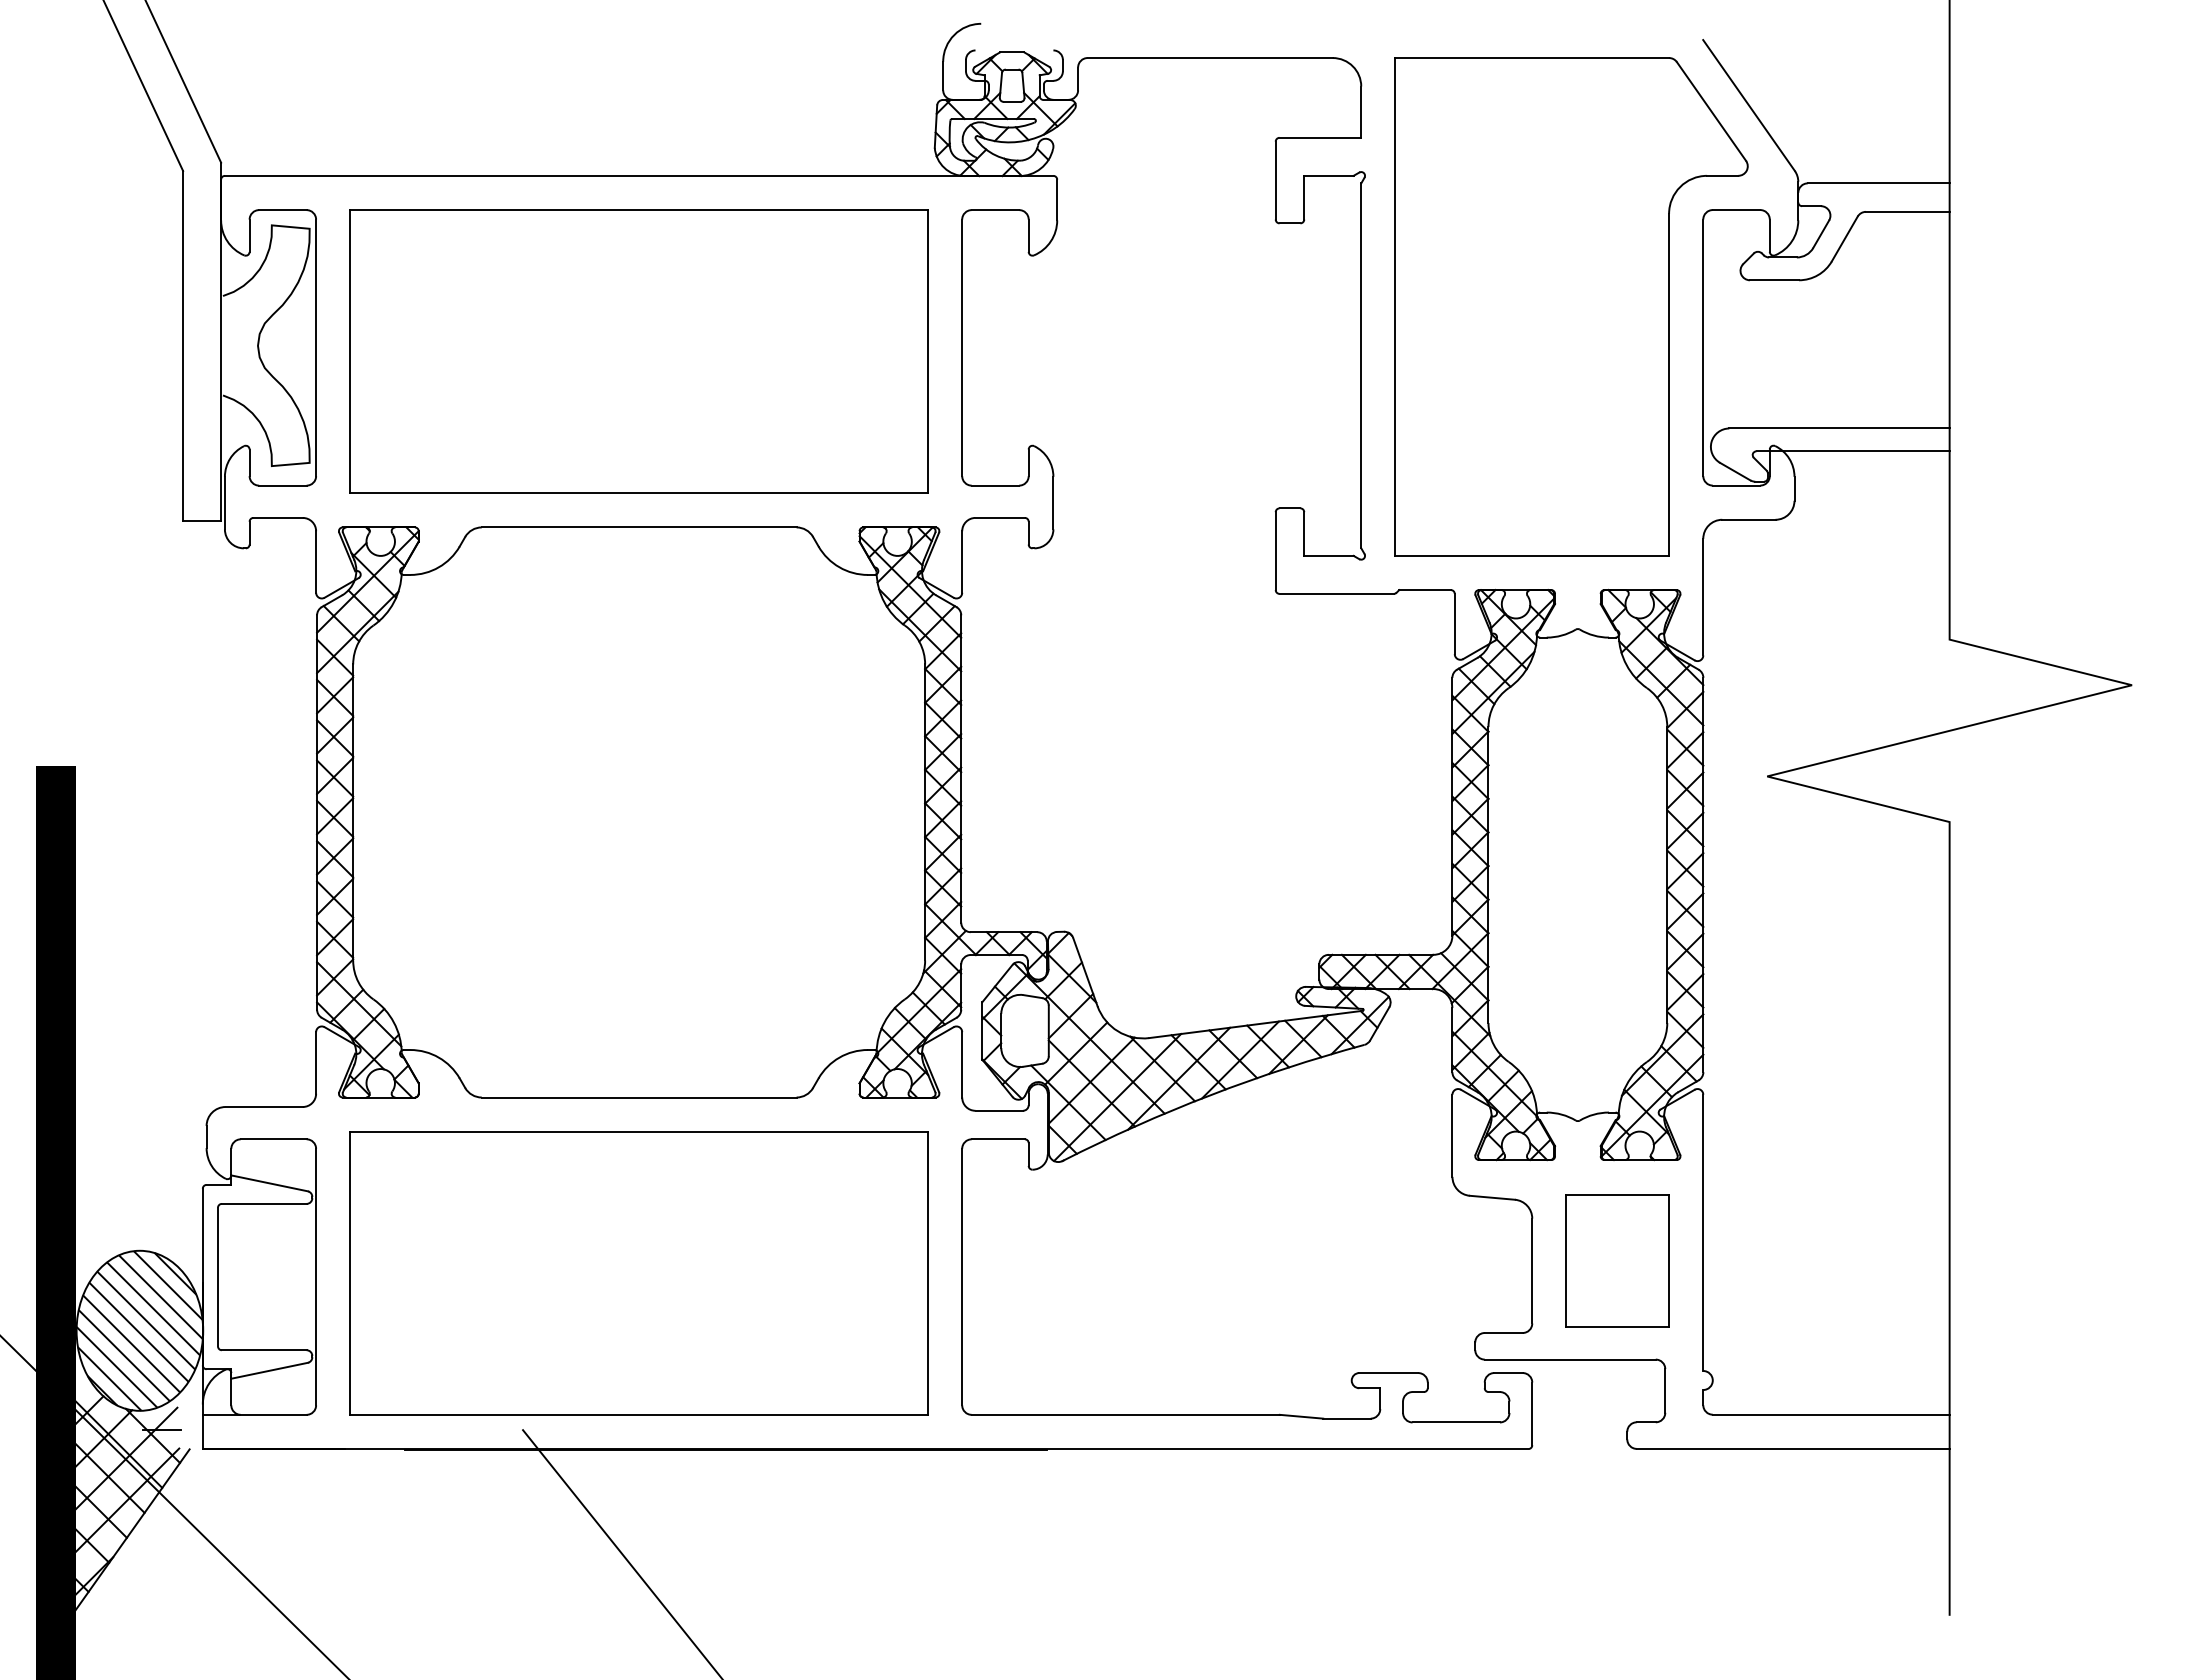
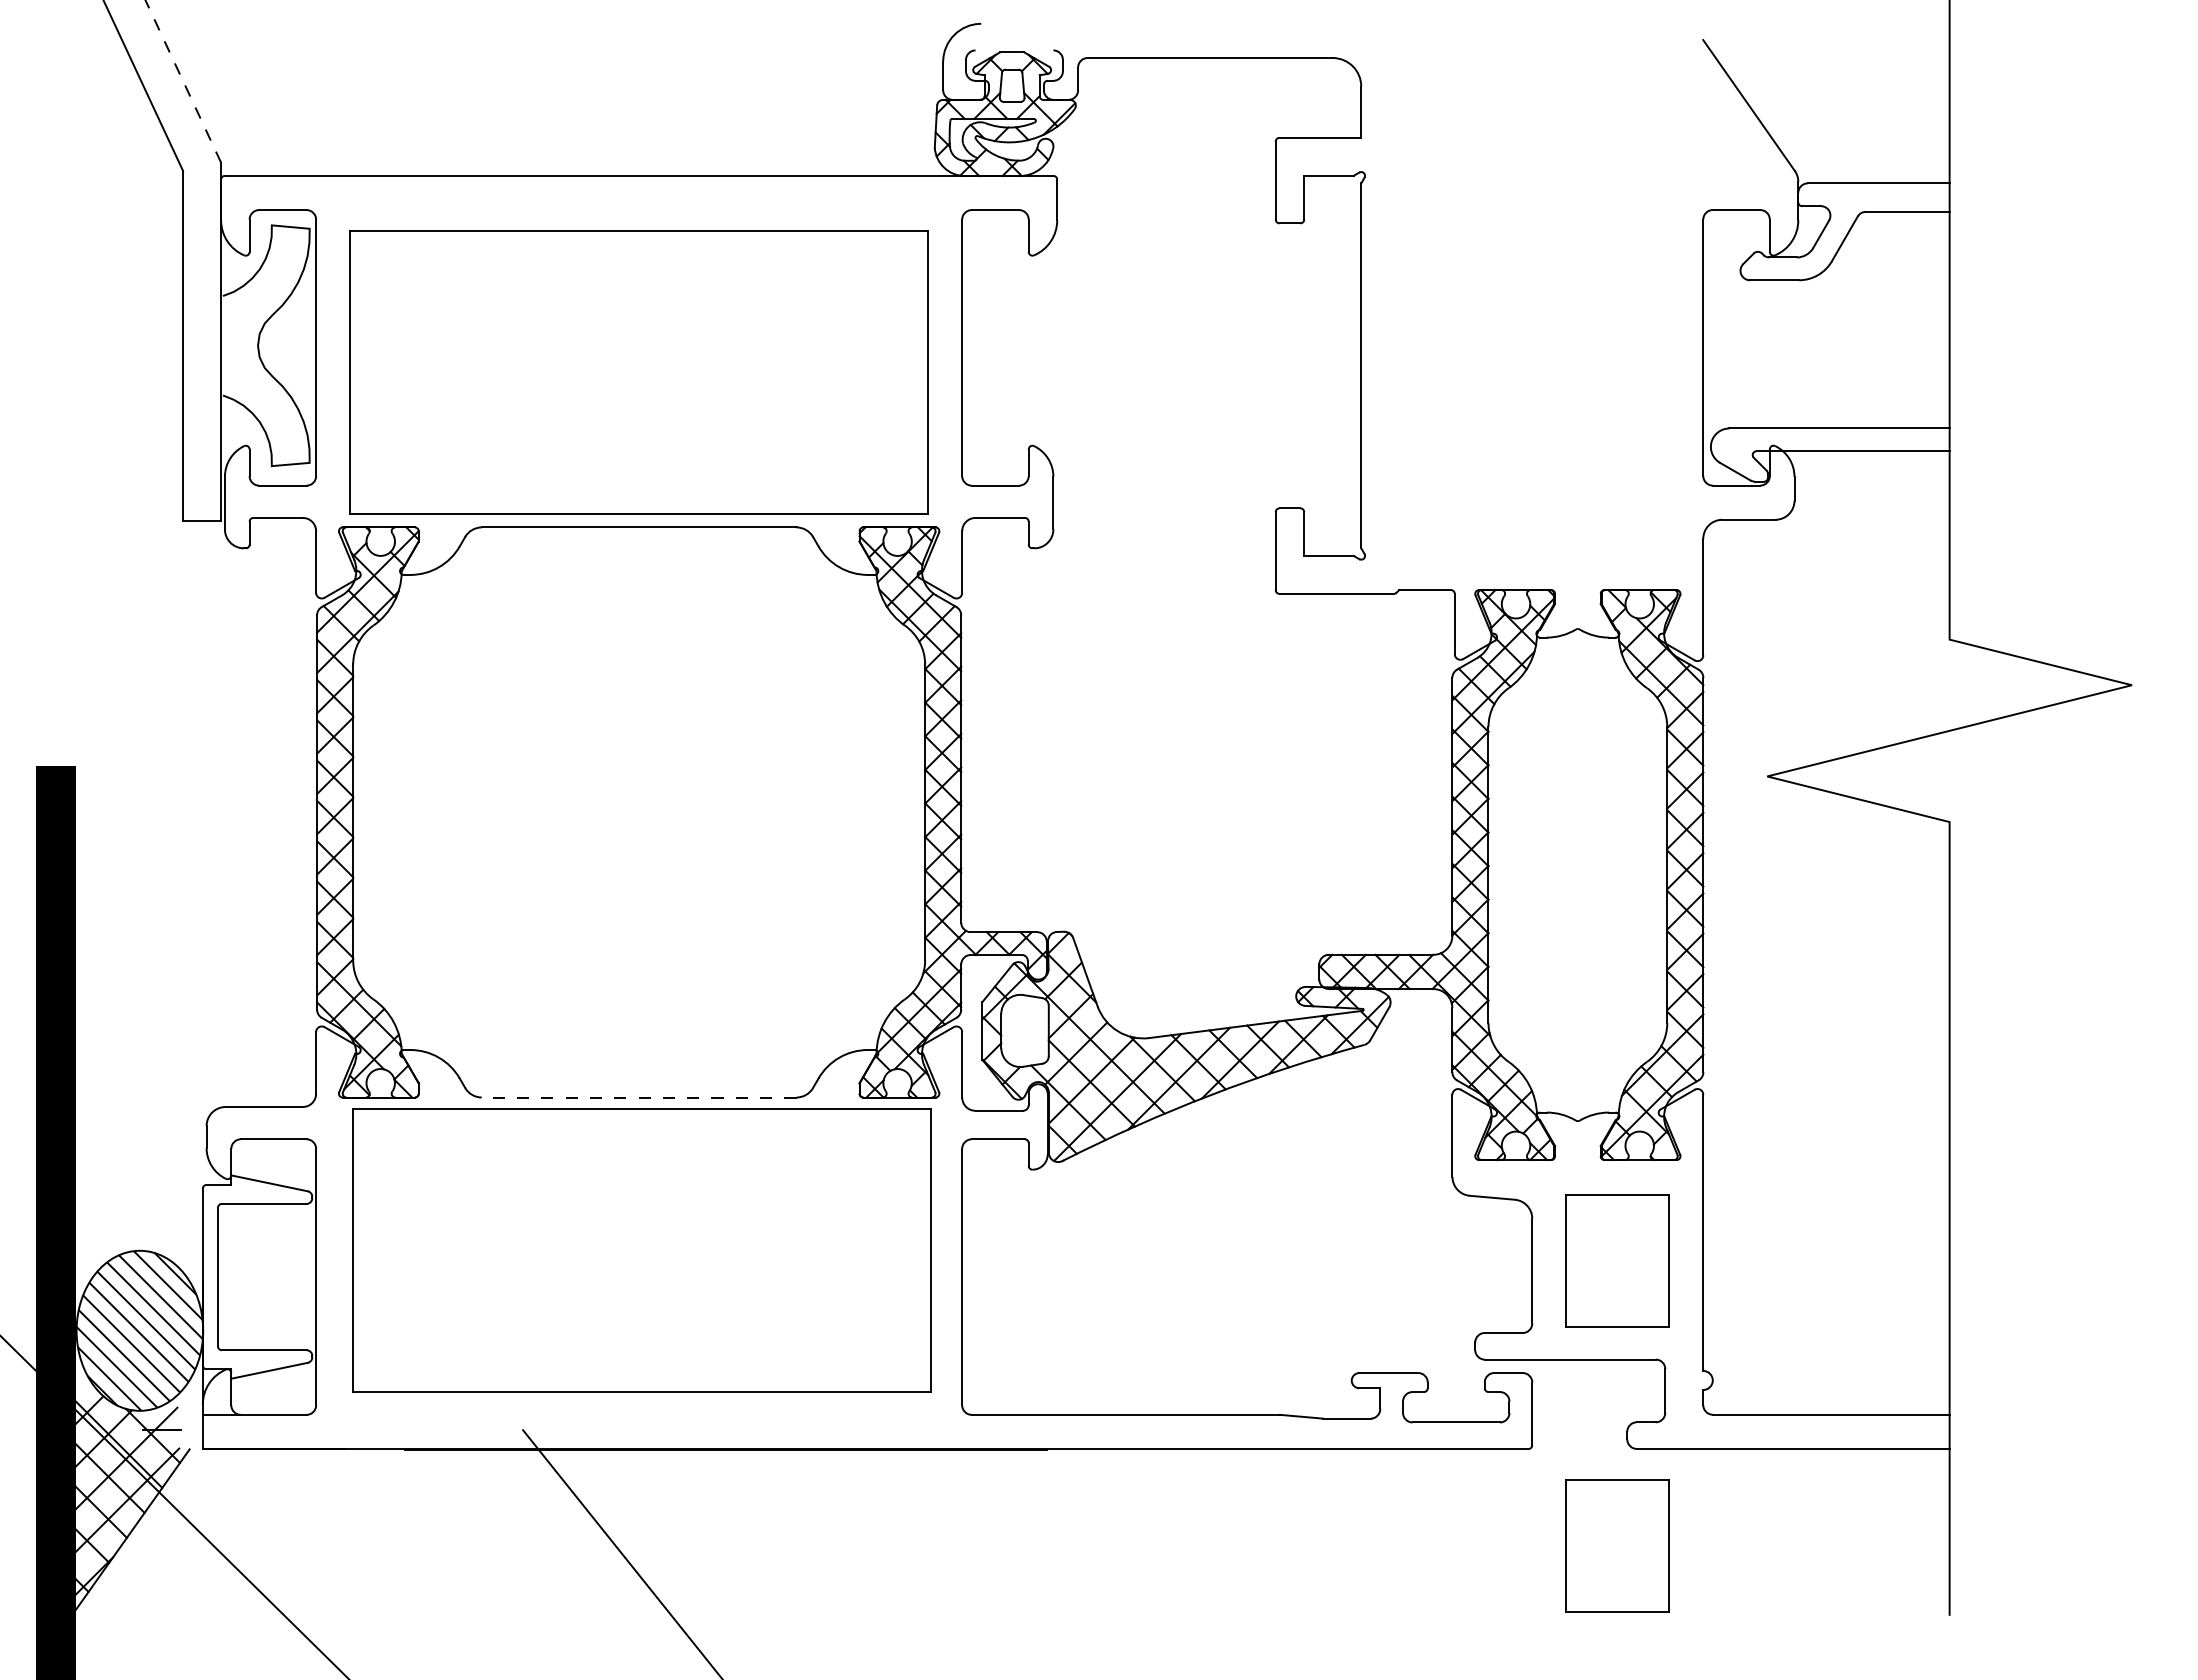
line at (183, 81): solid -> dashed
part at (1571, 306): present -> none
part at (638, 351) position: (638, 351) -> (638, 372)
line at (638, 1097): solid -> dashed
part at (638, 1273) position: (638, 1273) -> (641, 1250)
part at (1617, 1545): none -> present
